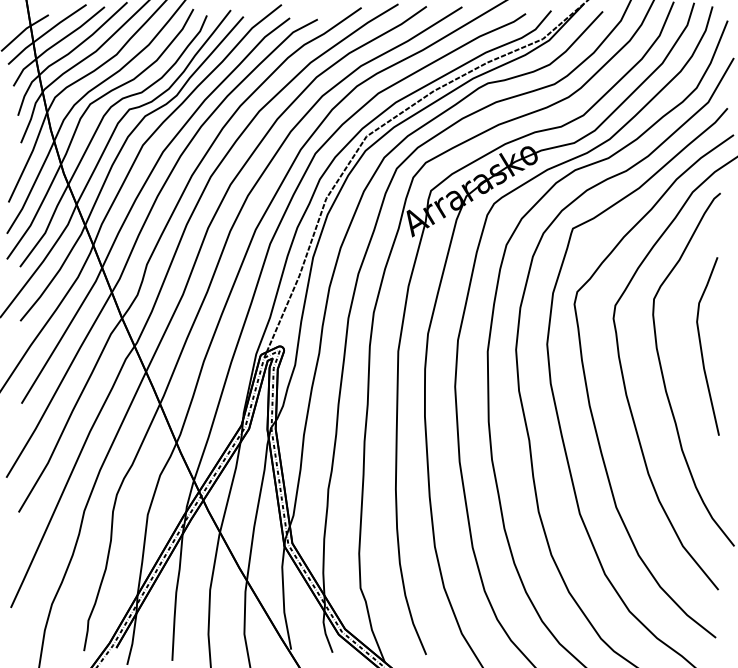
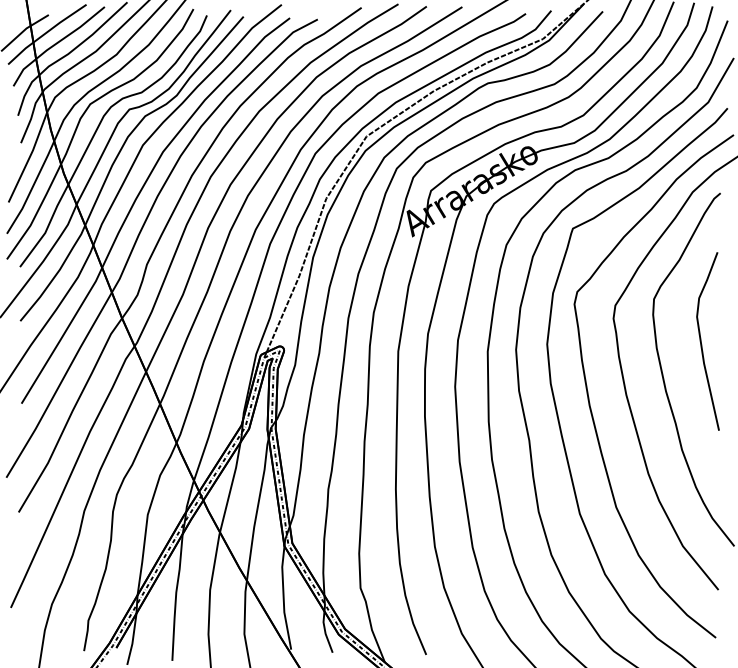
curve at (702, 349) position: (702, 349) -> (702, 344)
